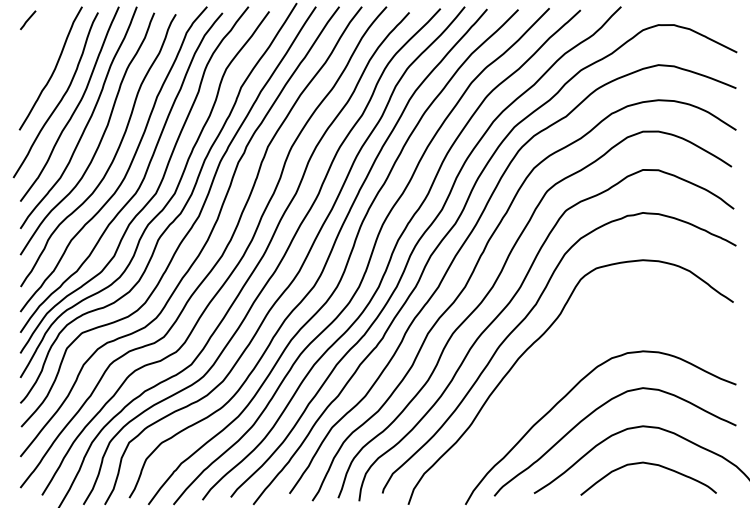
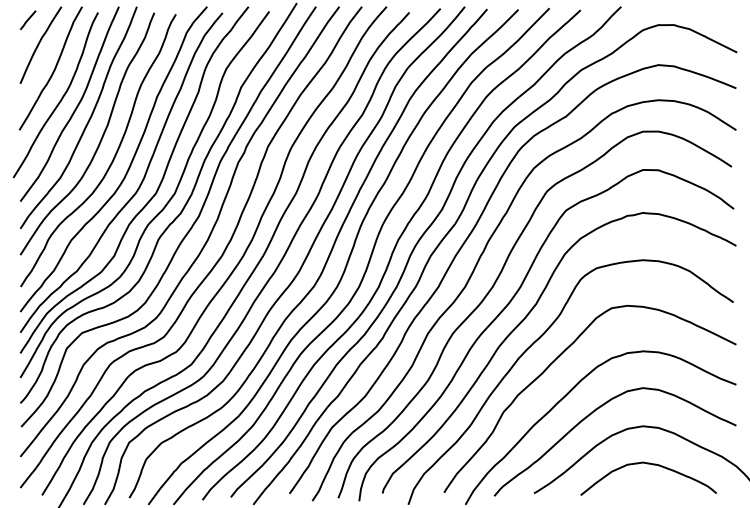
curve at (39, 44): none -> present
curve at (555, 361): none -> present
